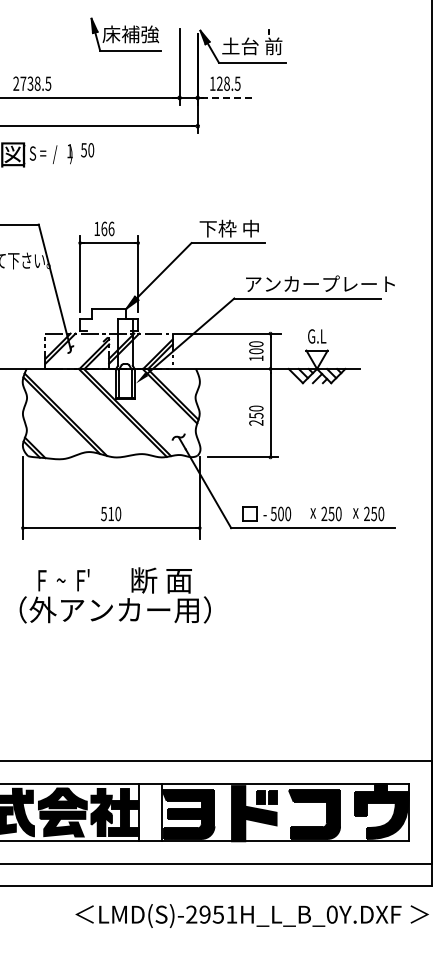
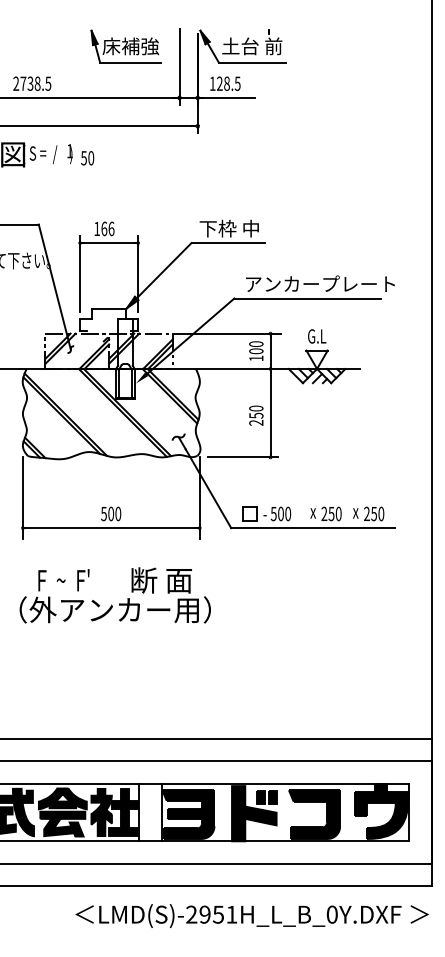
part at (125, 34) position: (125, 34) -> (125, 46)
line at (228, 97): dashed -> solid
text at (87, 150) position: (87, 150) -> (87, 158)
text at (111, 513): 510 -> 500
line at (216, 739): none -> present
